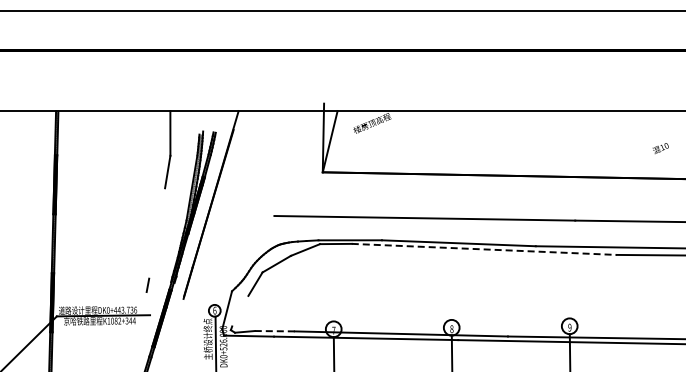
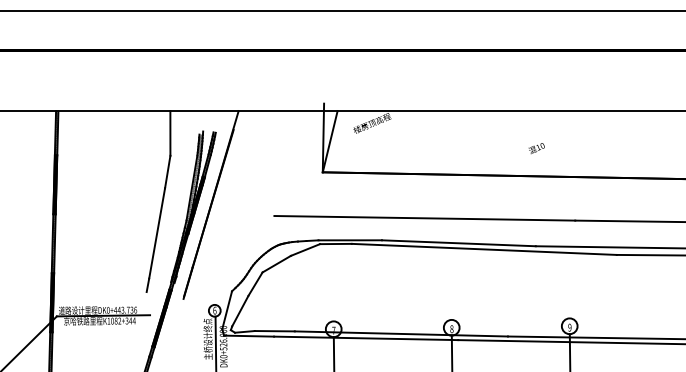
text at (660, 148) position: (660, 148) -> (536, 148)
line at (157, 233): none -> present
line at (484, 249): dashed -> solid
line at (240, 310): none -> present
line at (274, 331): dashed -> solid
